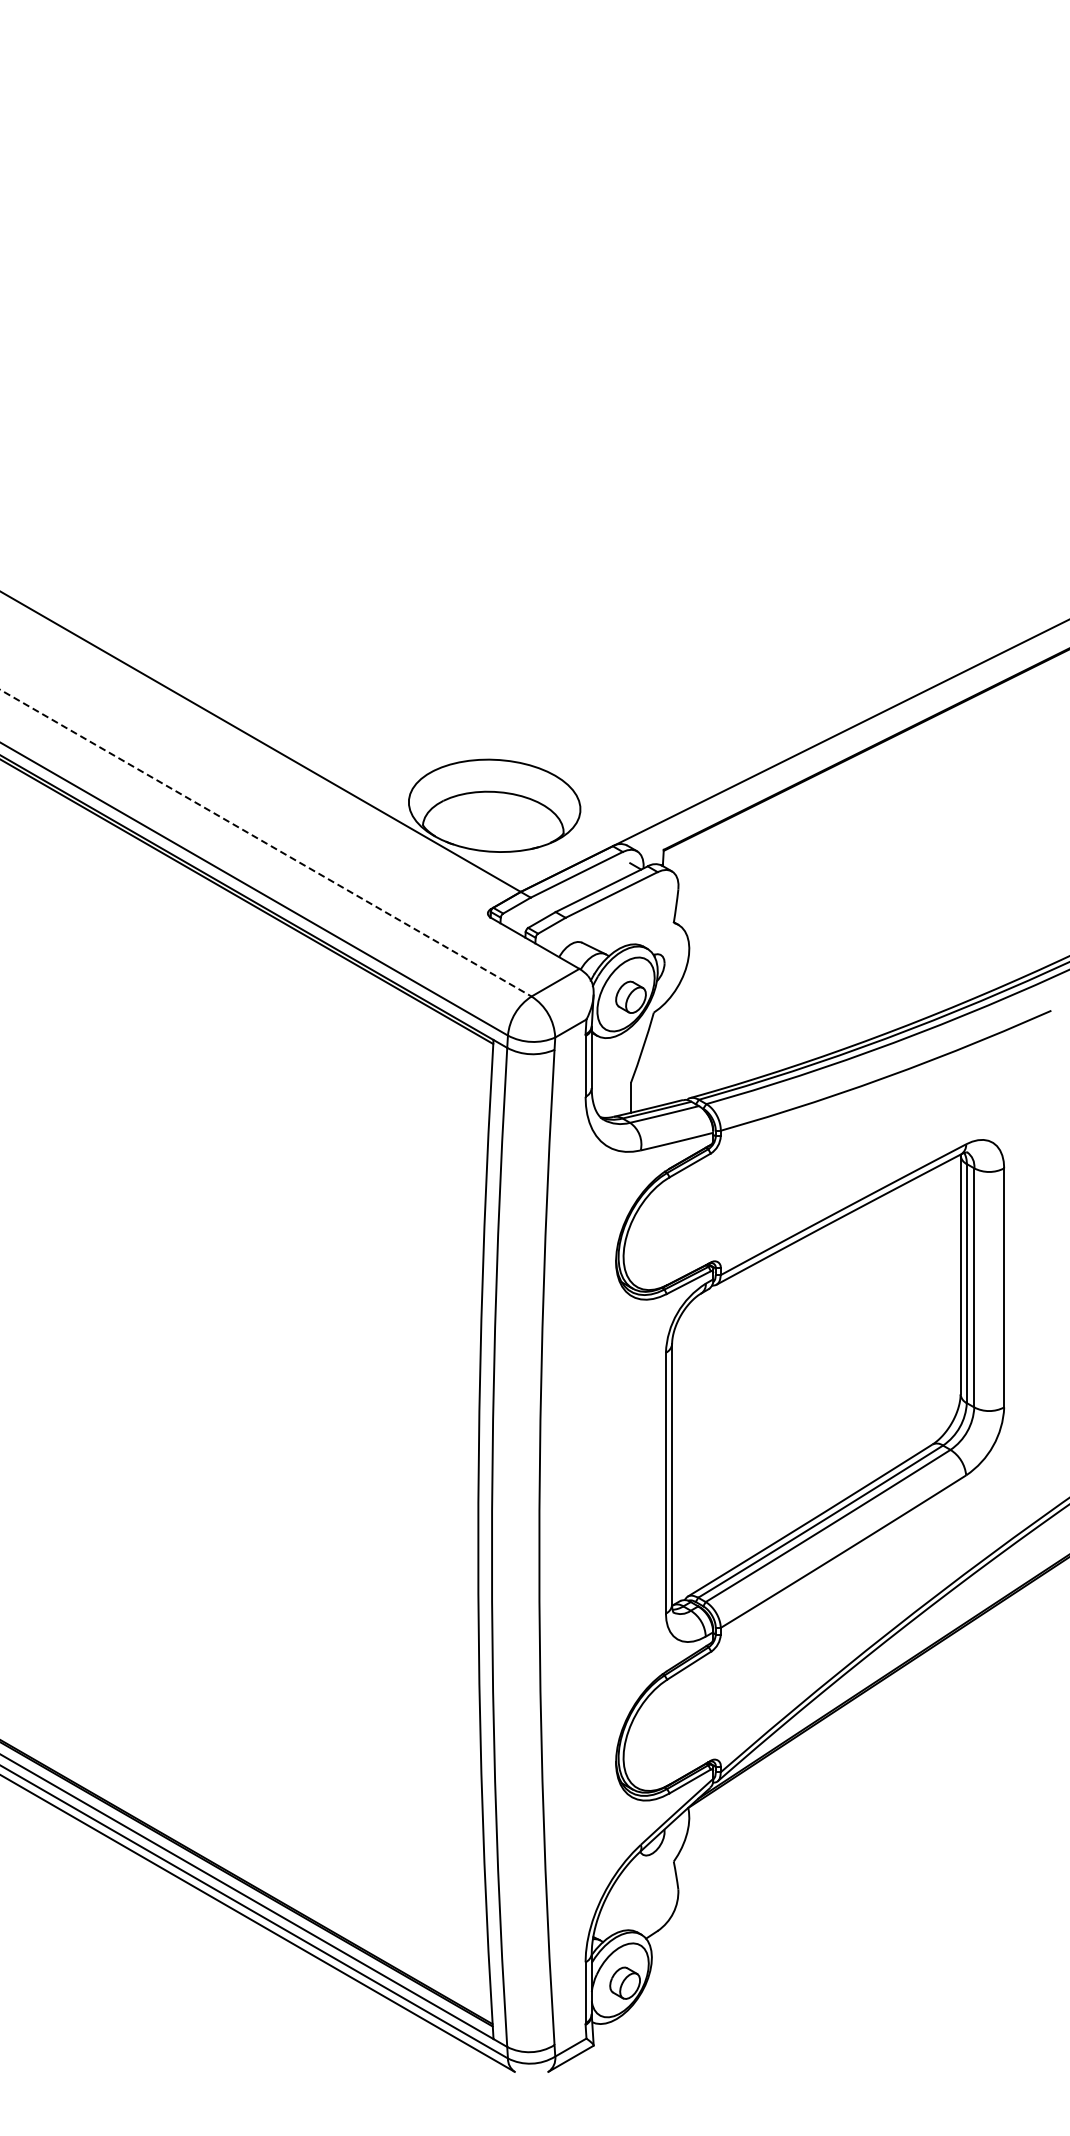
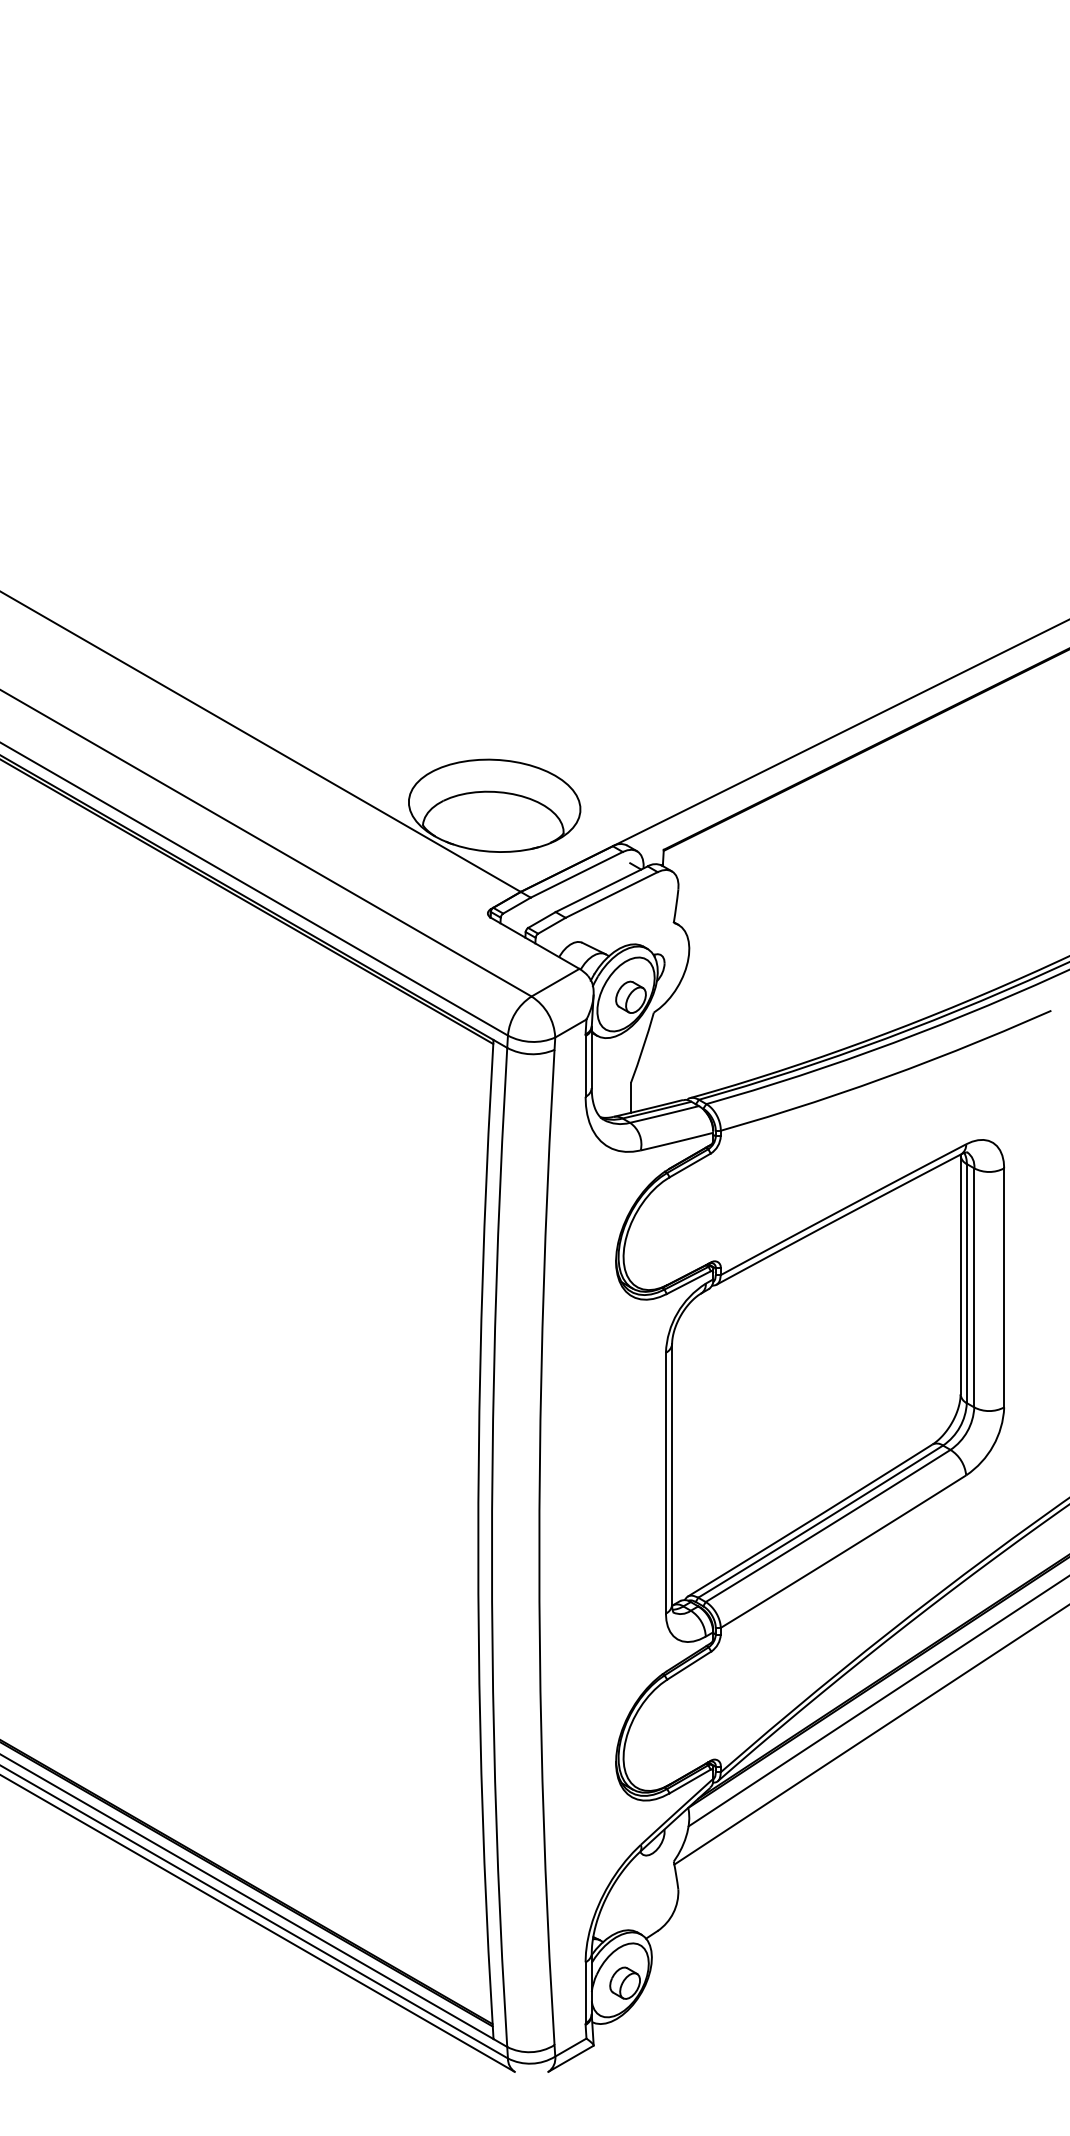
line at (265, 843): dashed -> solid
line at (877, 1701): none -> present
line at (870, 1735): none -> present
